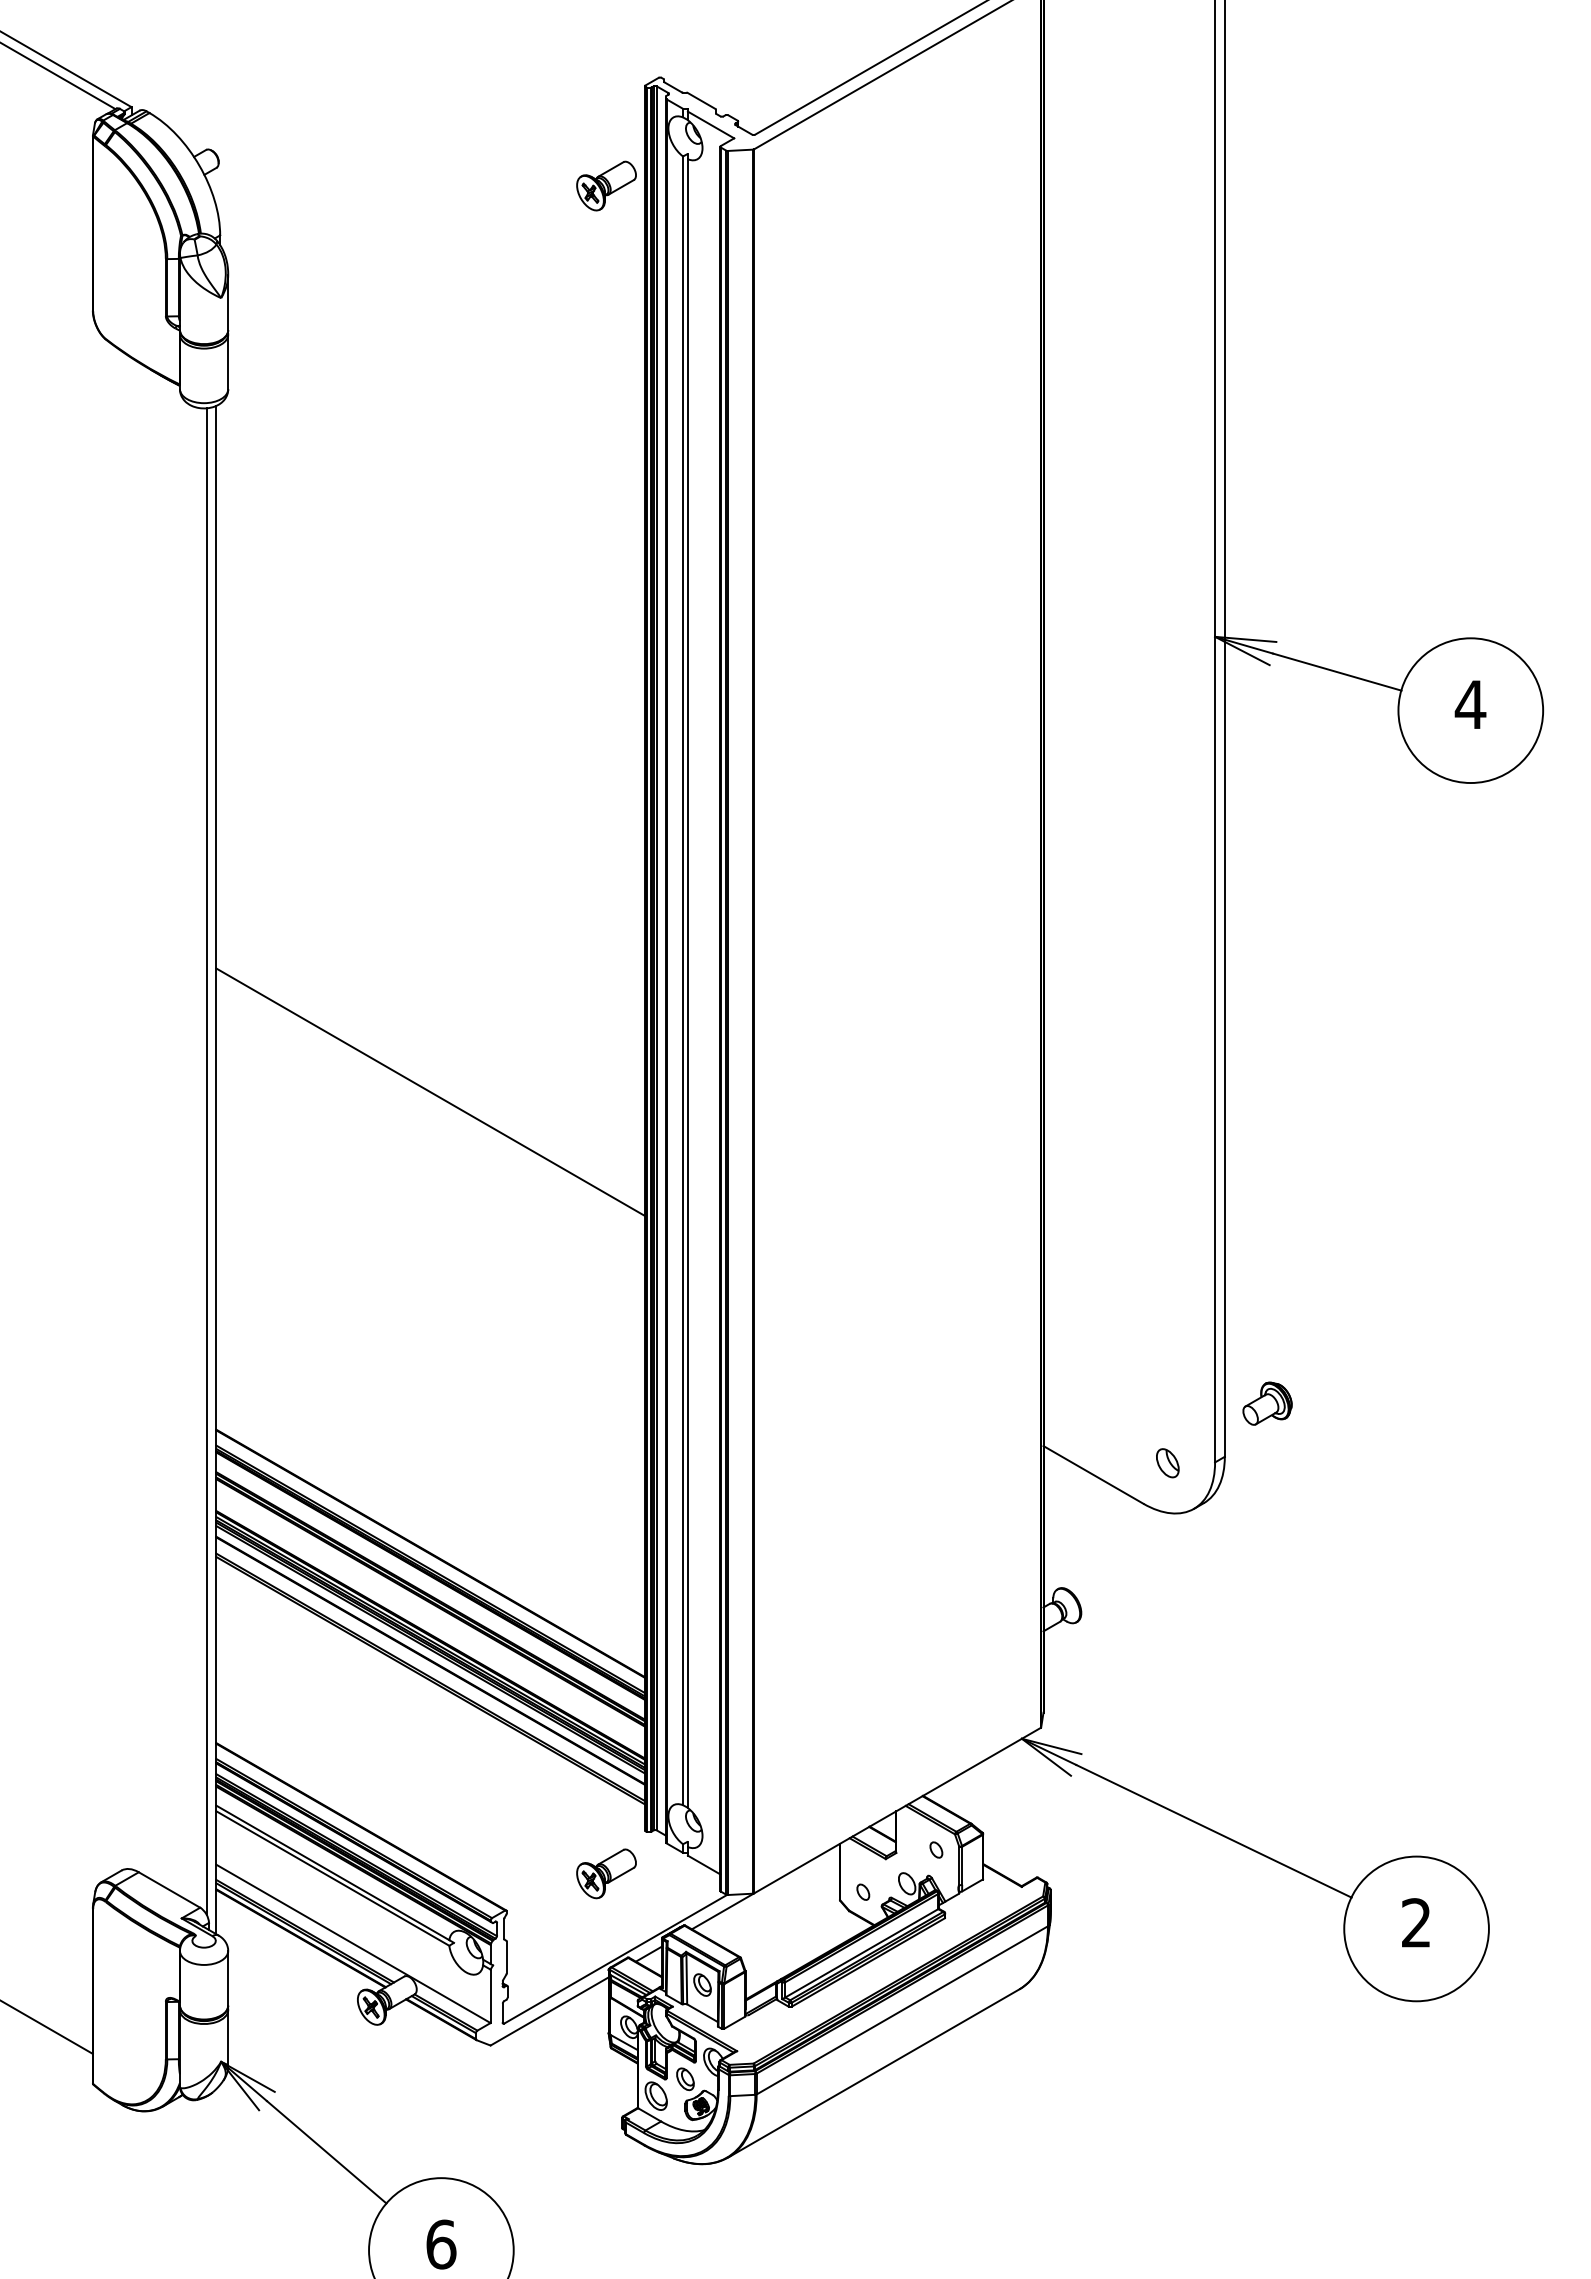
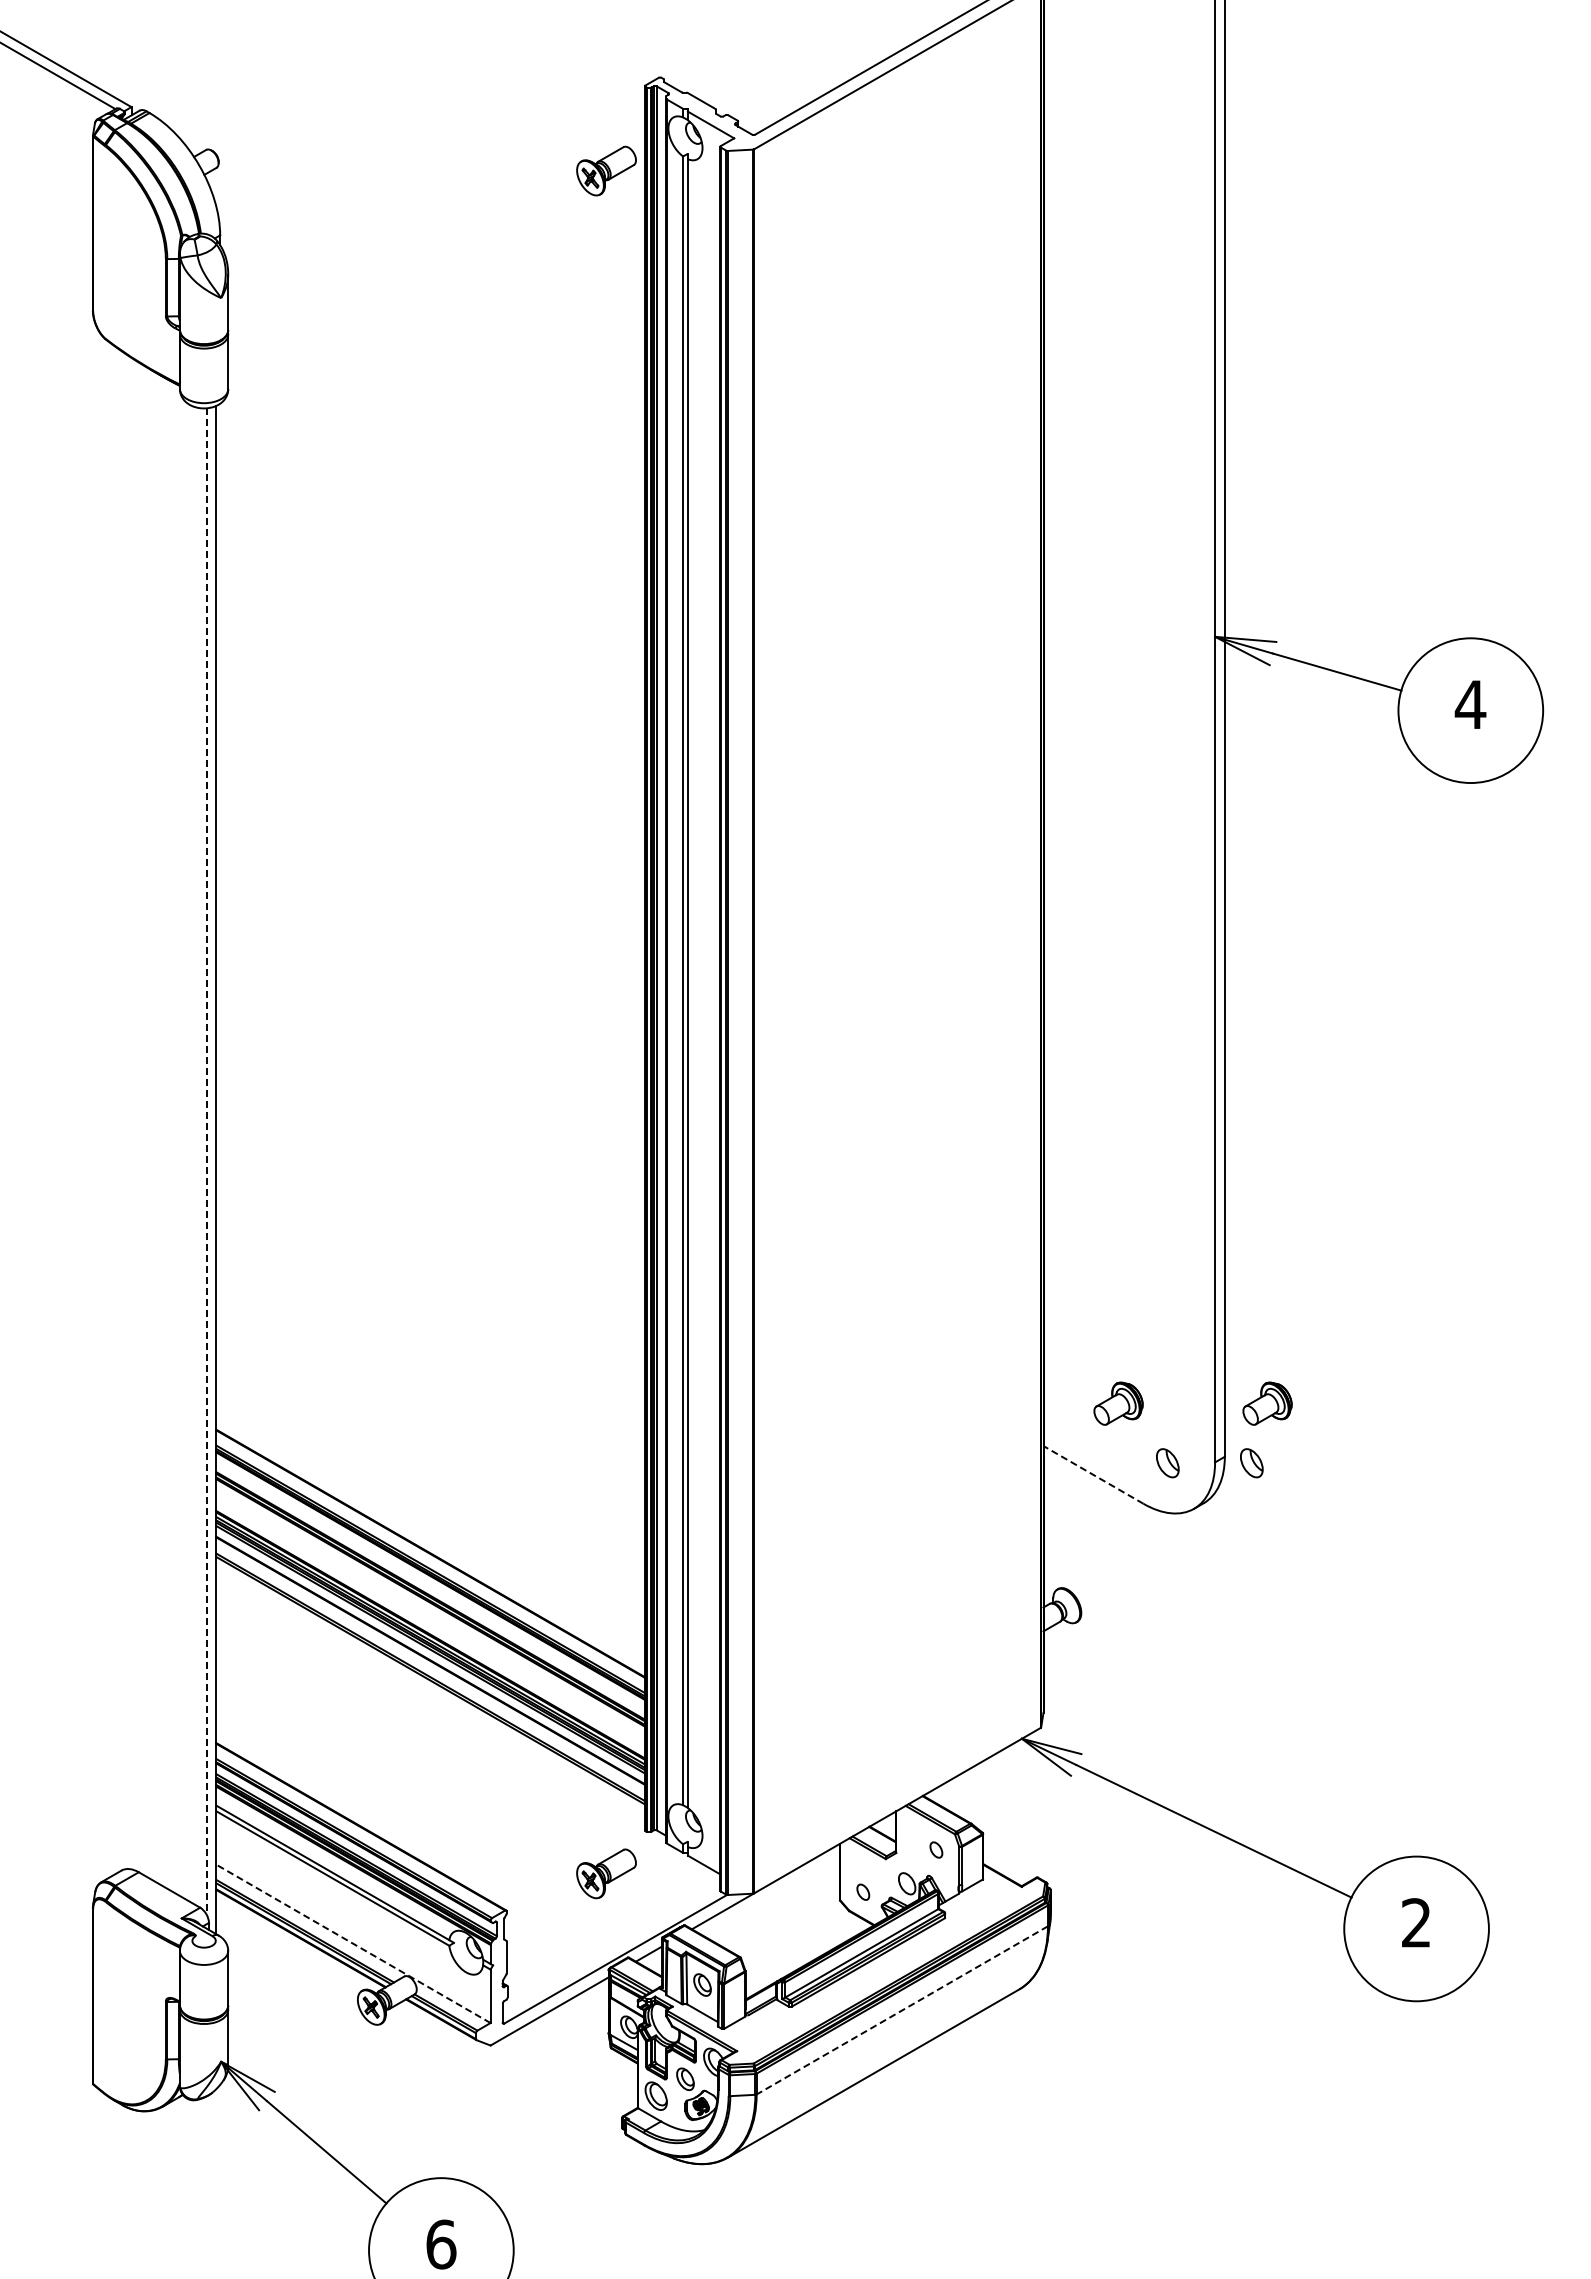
part at (606, 185) position: (606, 185) -> (606, 170)
line at (430, 1091): present -> none
line at (206, 1161): solid -> dashed
part at (1118, 1403): none -> present
part at (1251, 1463): none -> present
line at (1093, 1474): solid -> dashed
line at (353, 1943): solid -> dashed
line at (901, 2010): solid -> dashed
line at (47, 2027): present -> none
